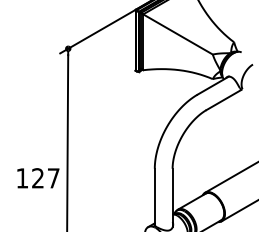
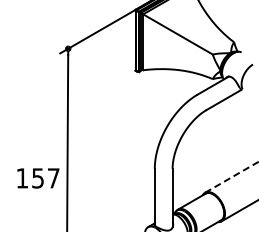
line at (231, 177): solid -> dashed
text at (37, 178): 127 -> 157
